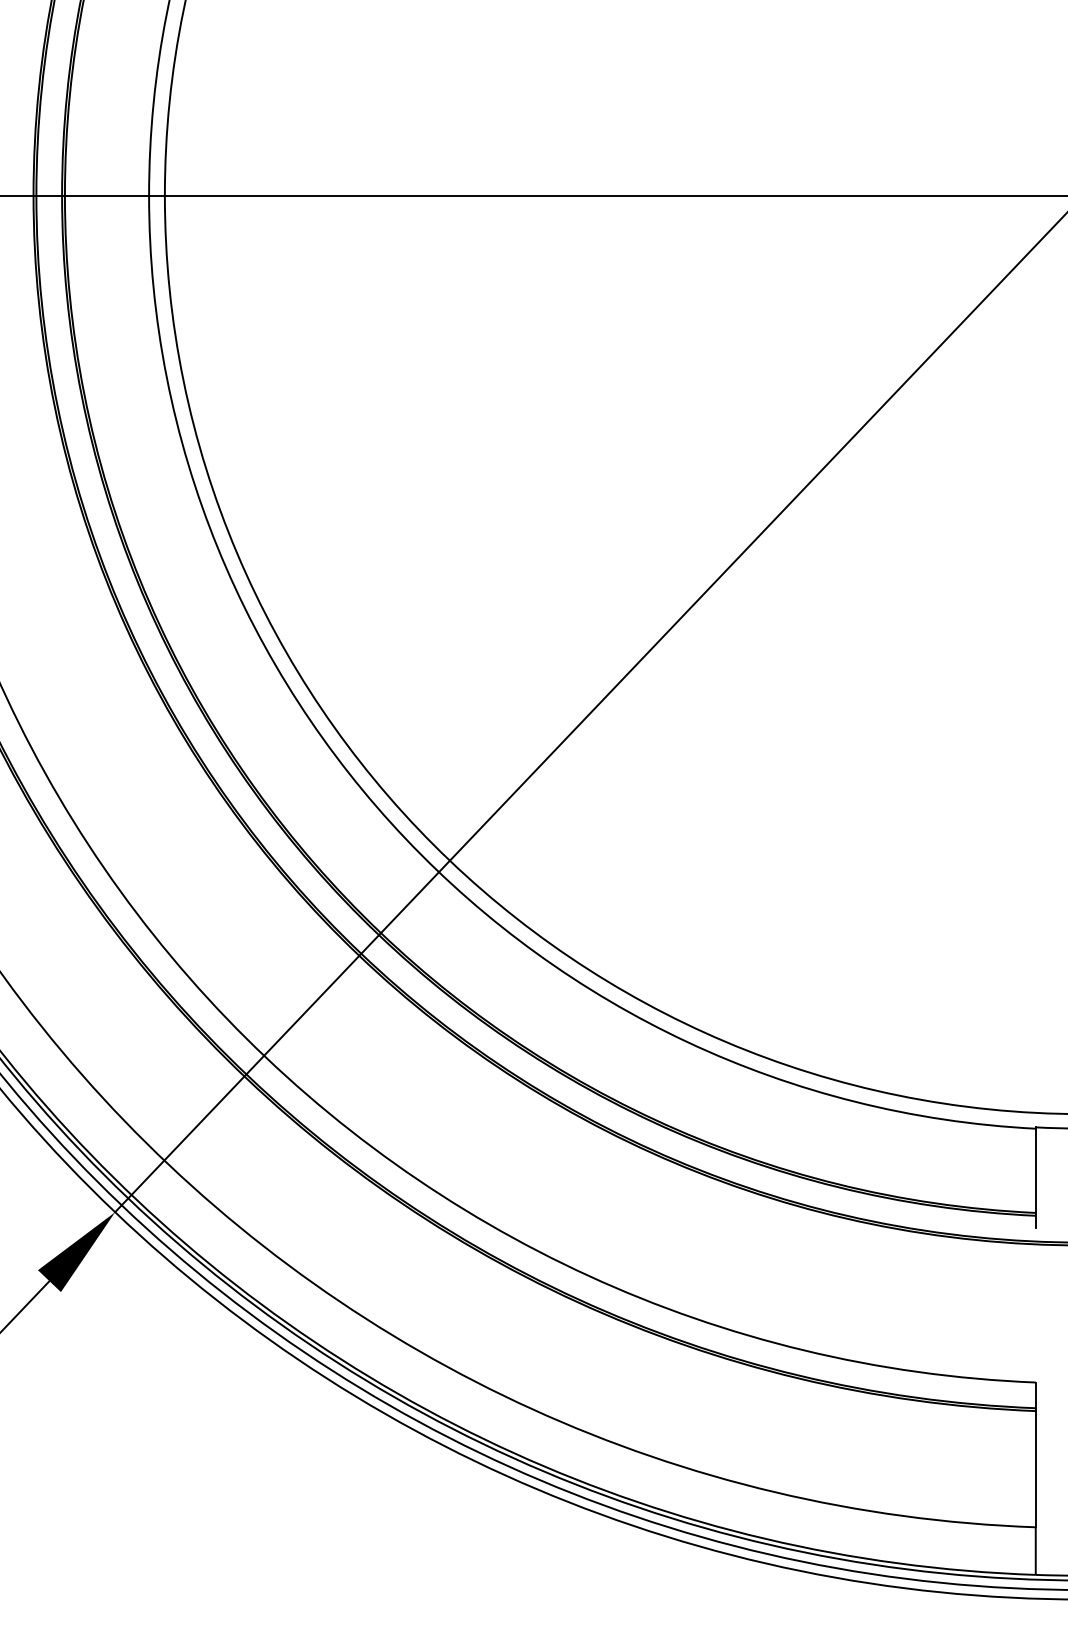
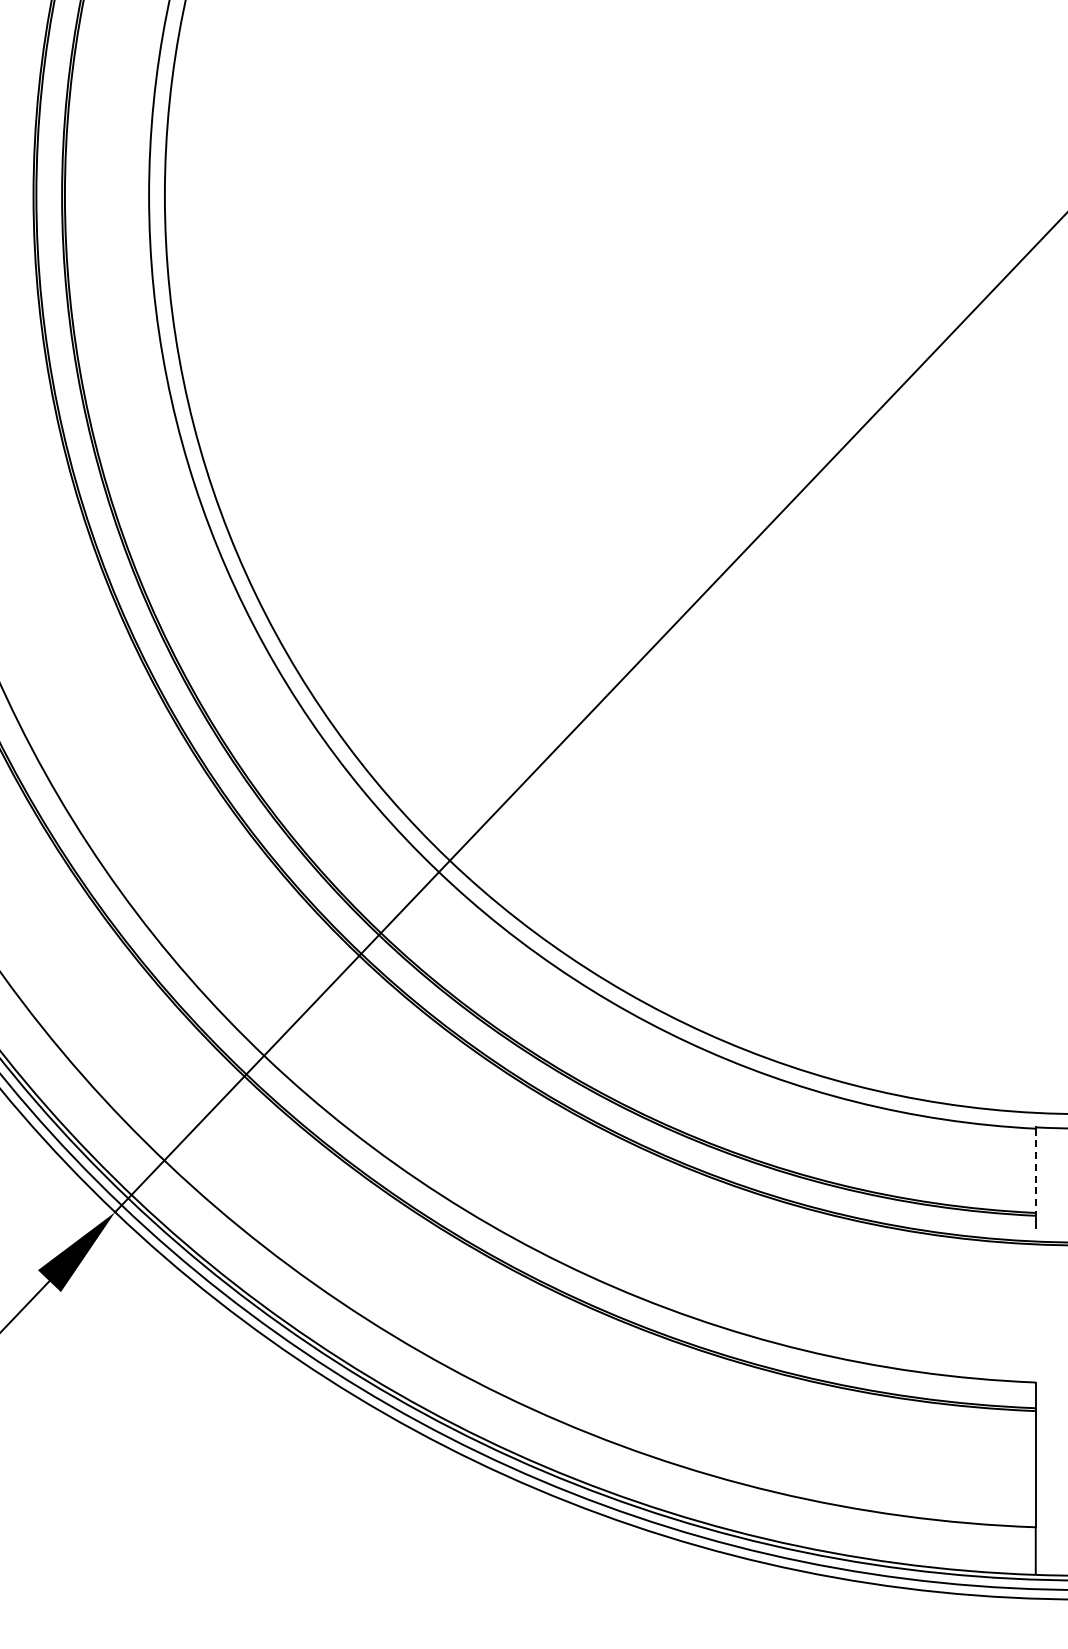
line at (533, 195): present -> none
line at (1035, 1171): solid -> dashed
